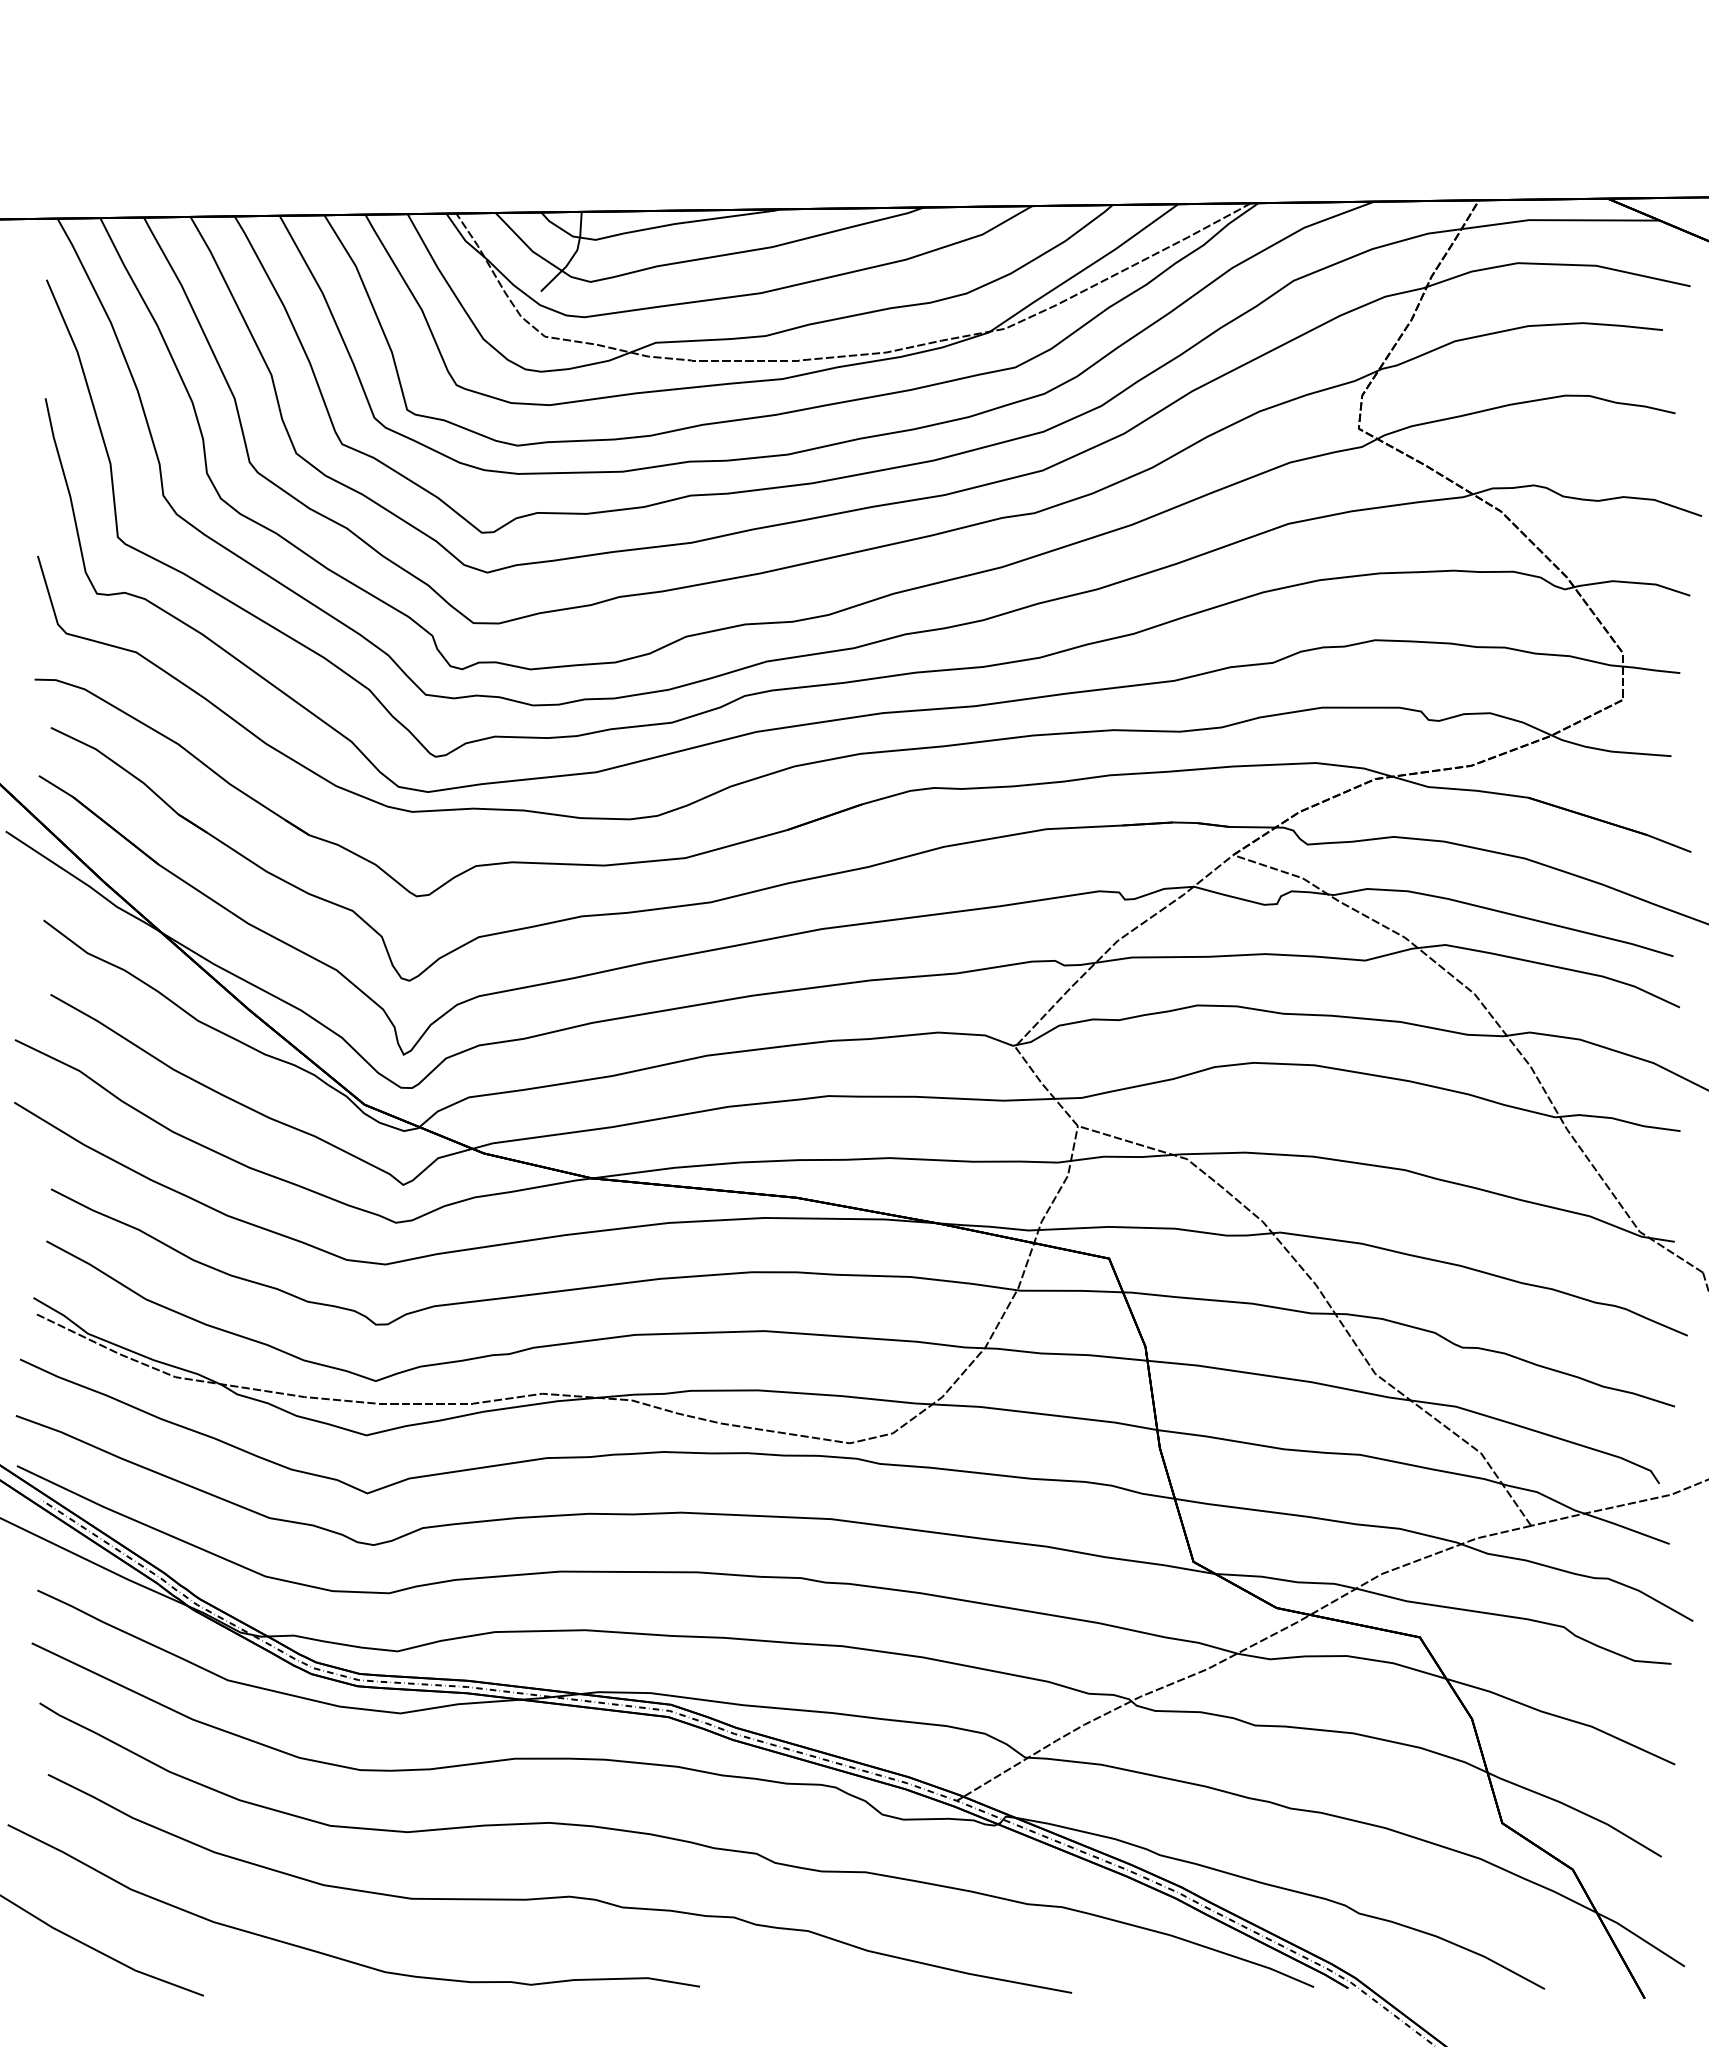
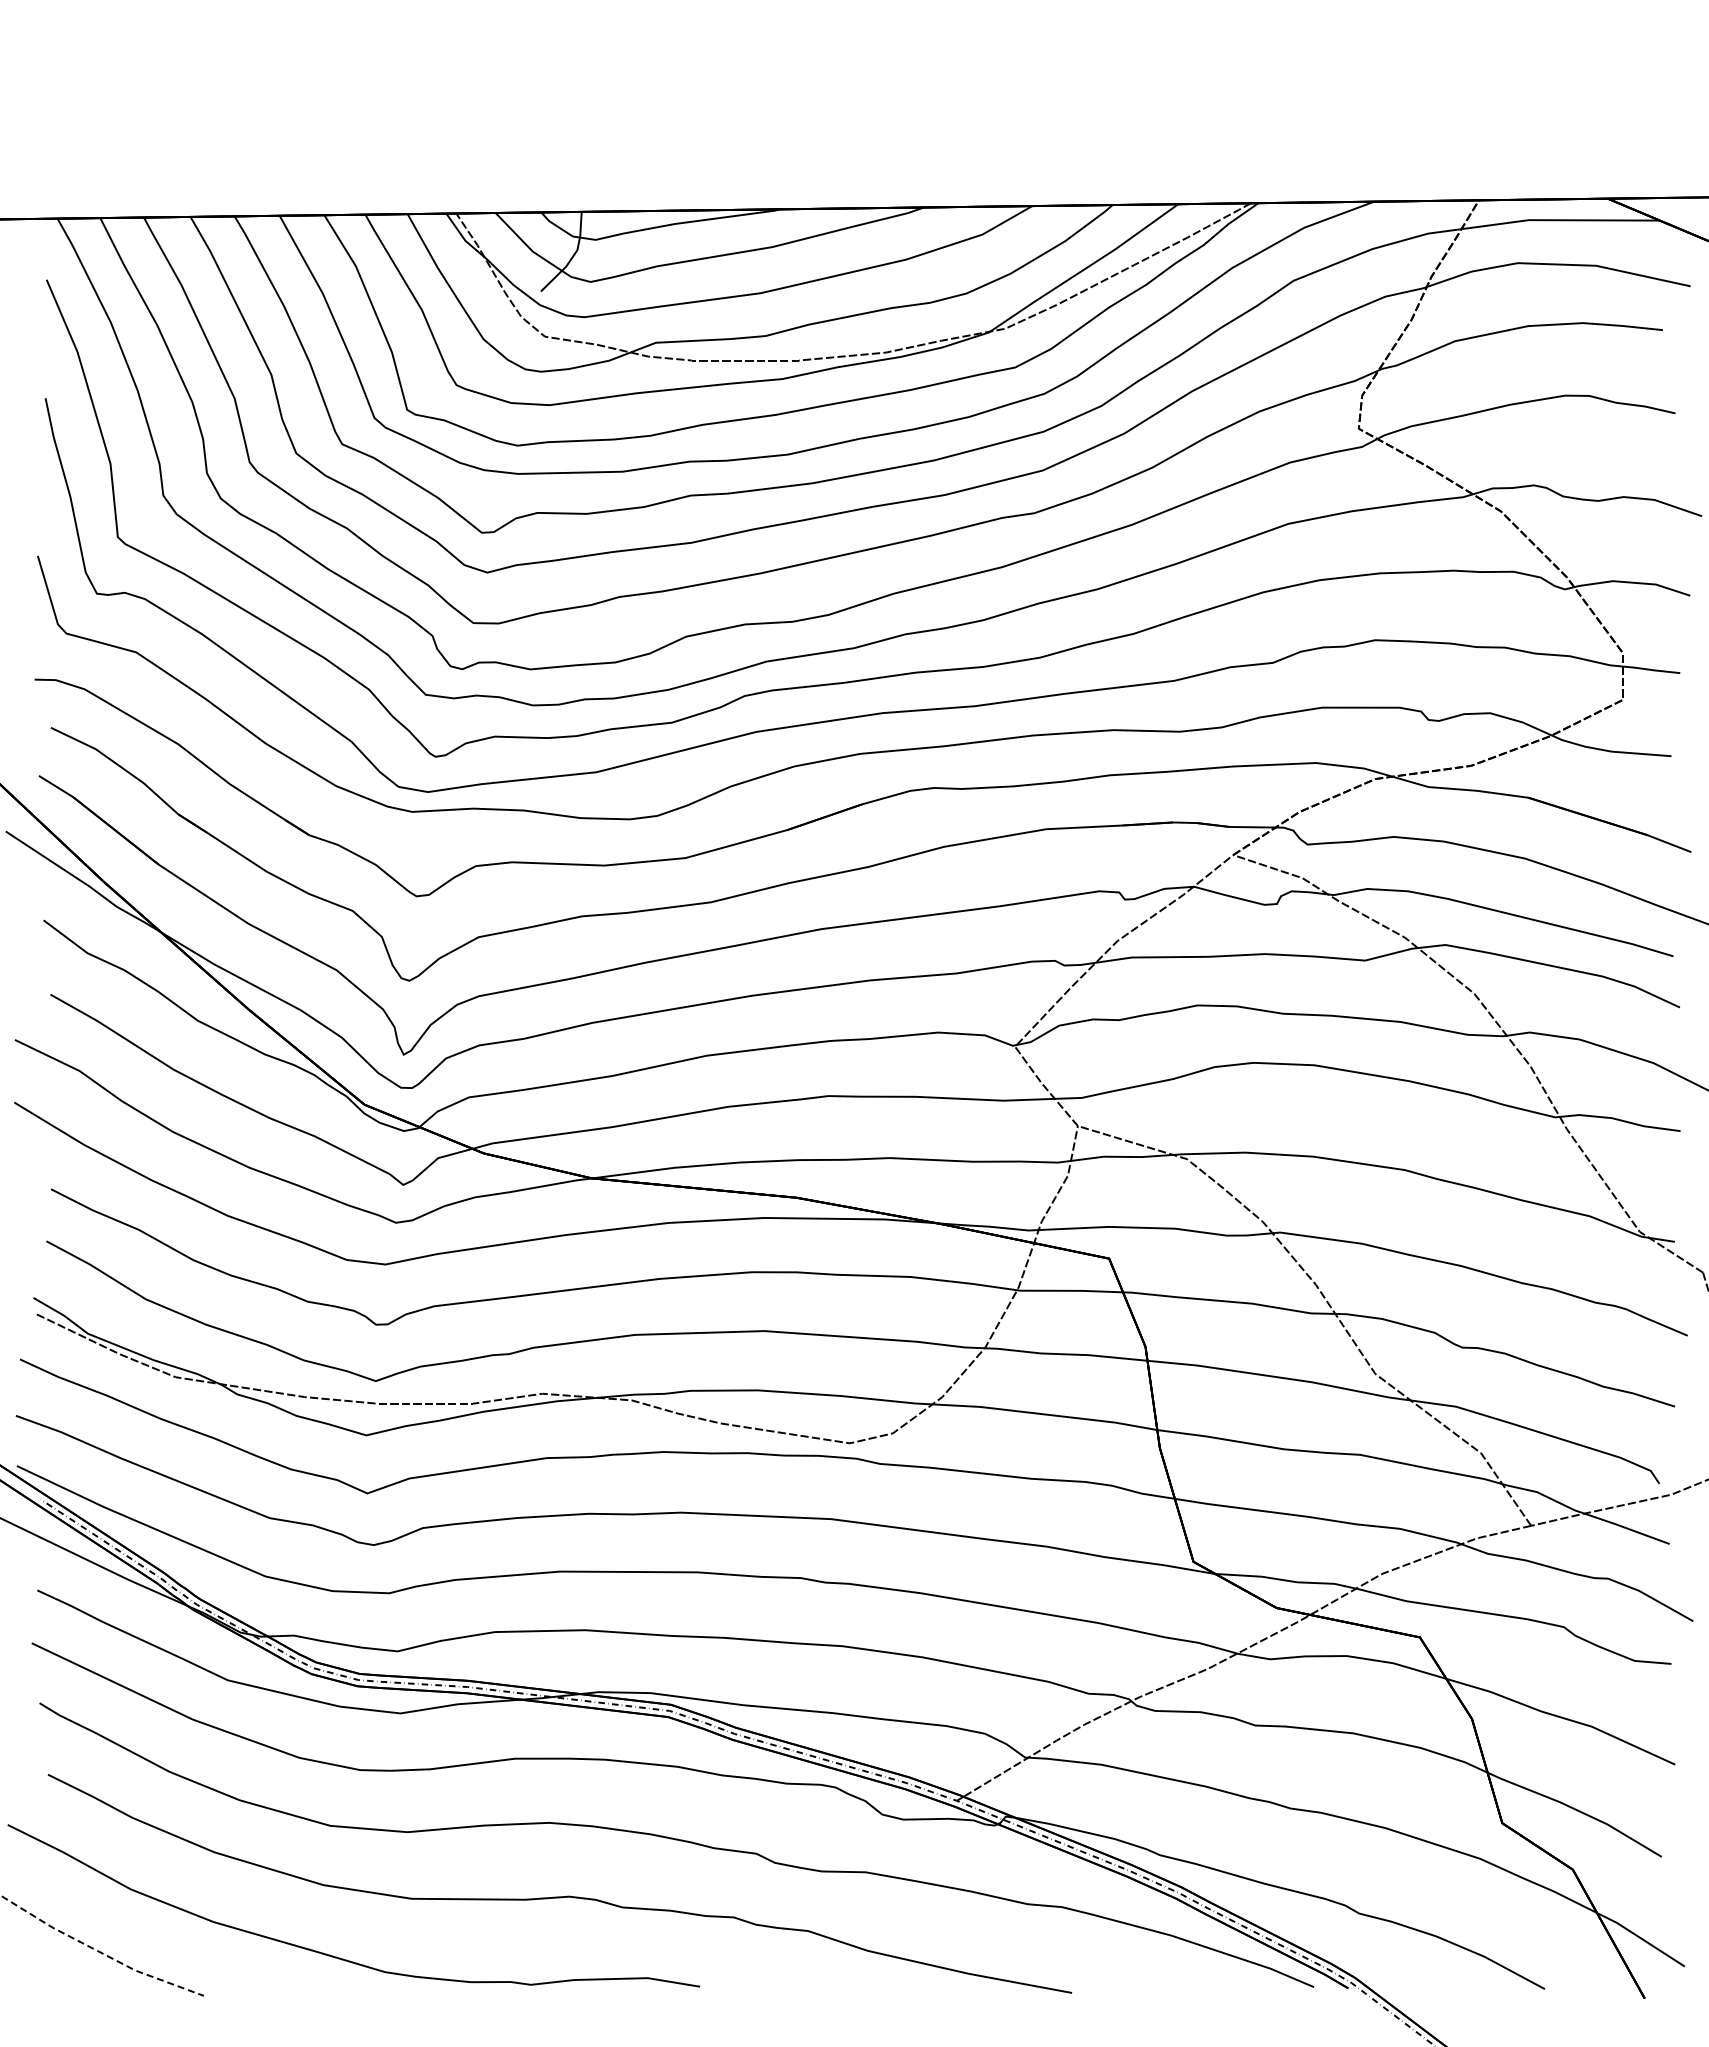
line at (99, 1951): solid -> dashed
